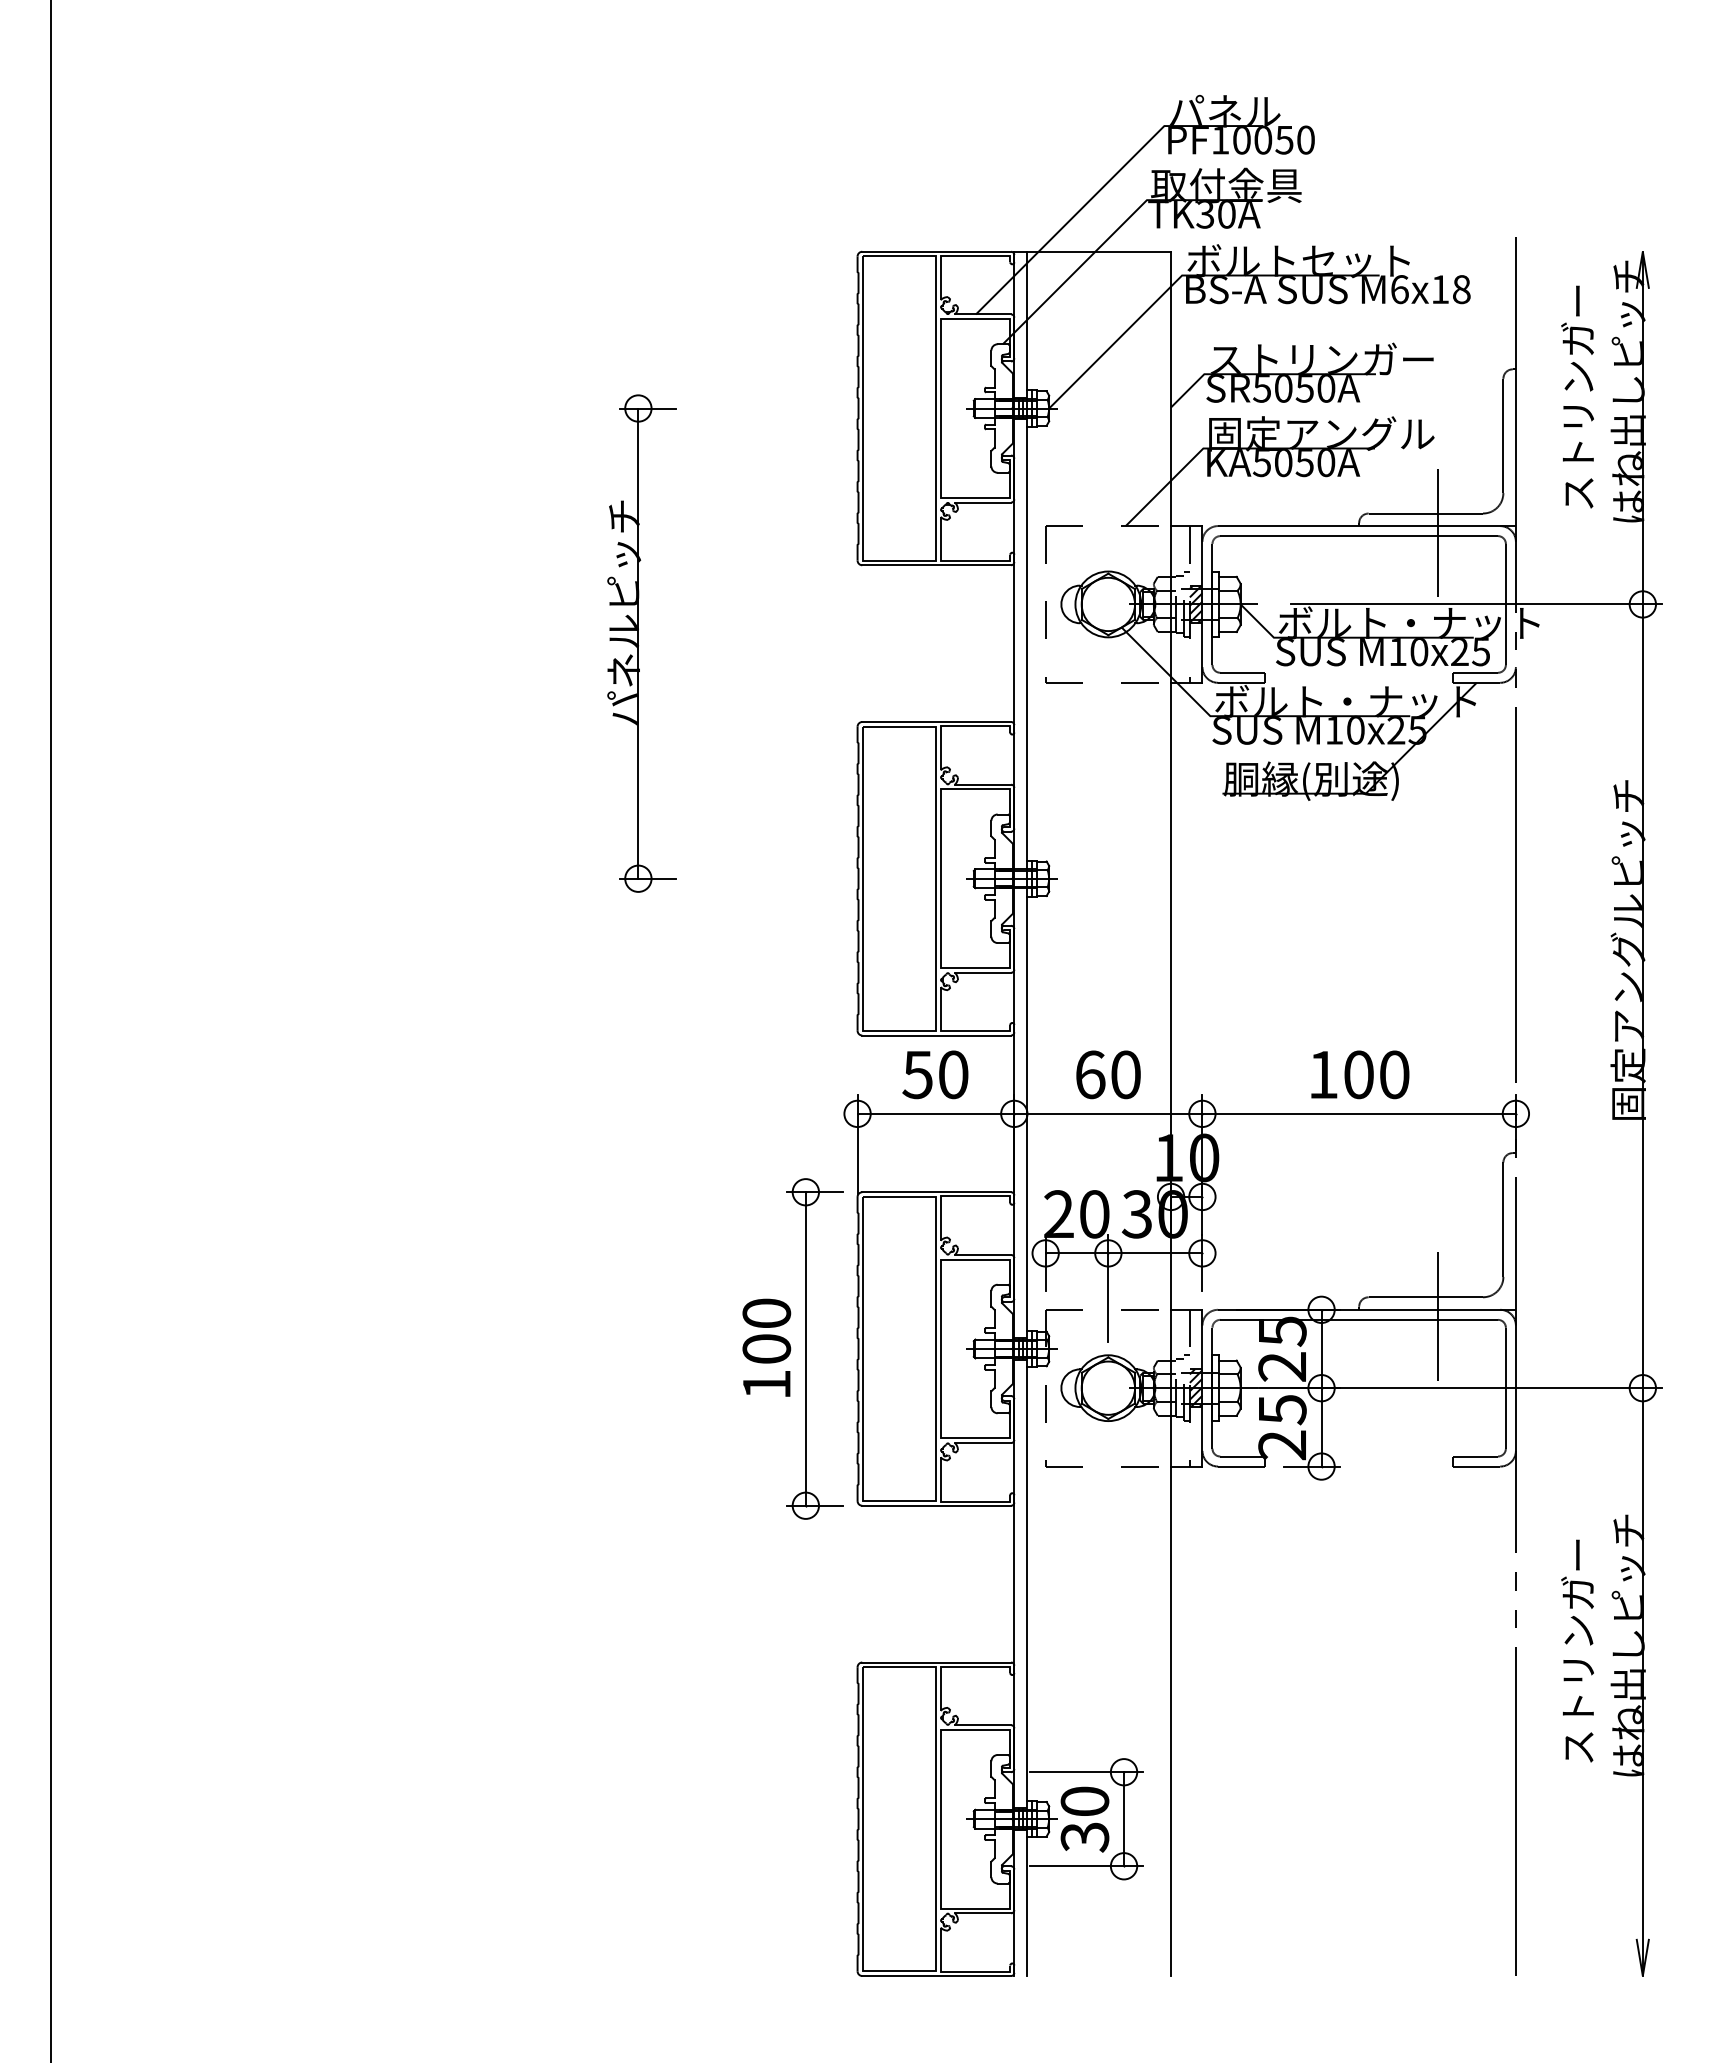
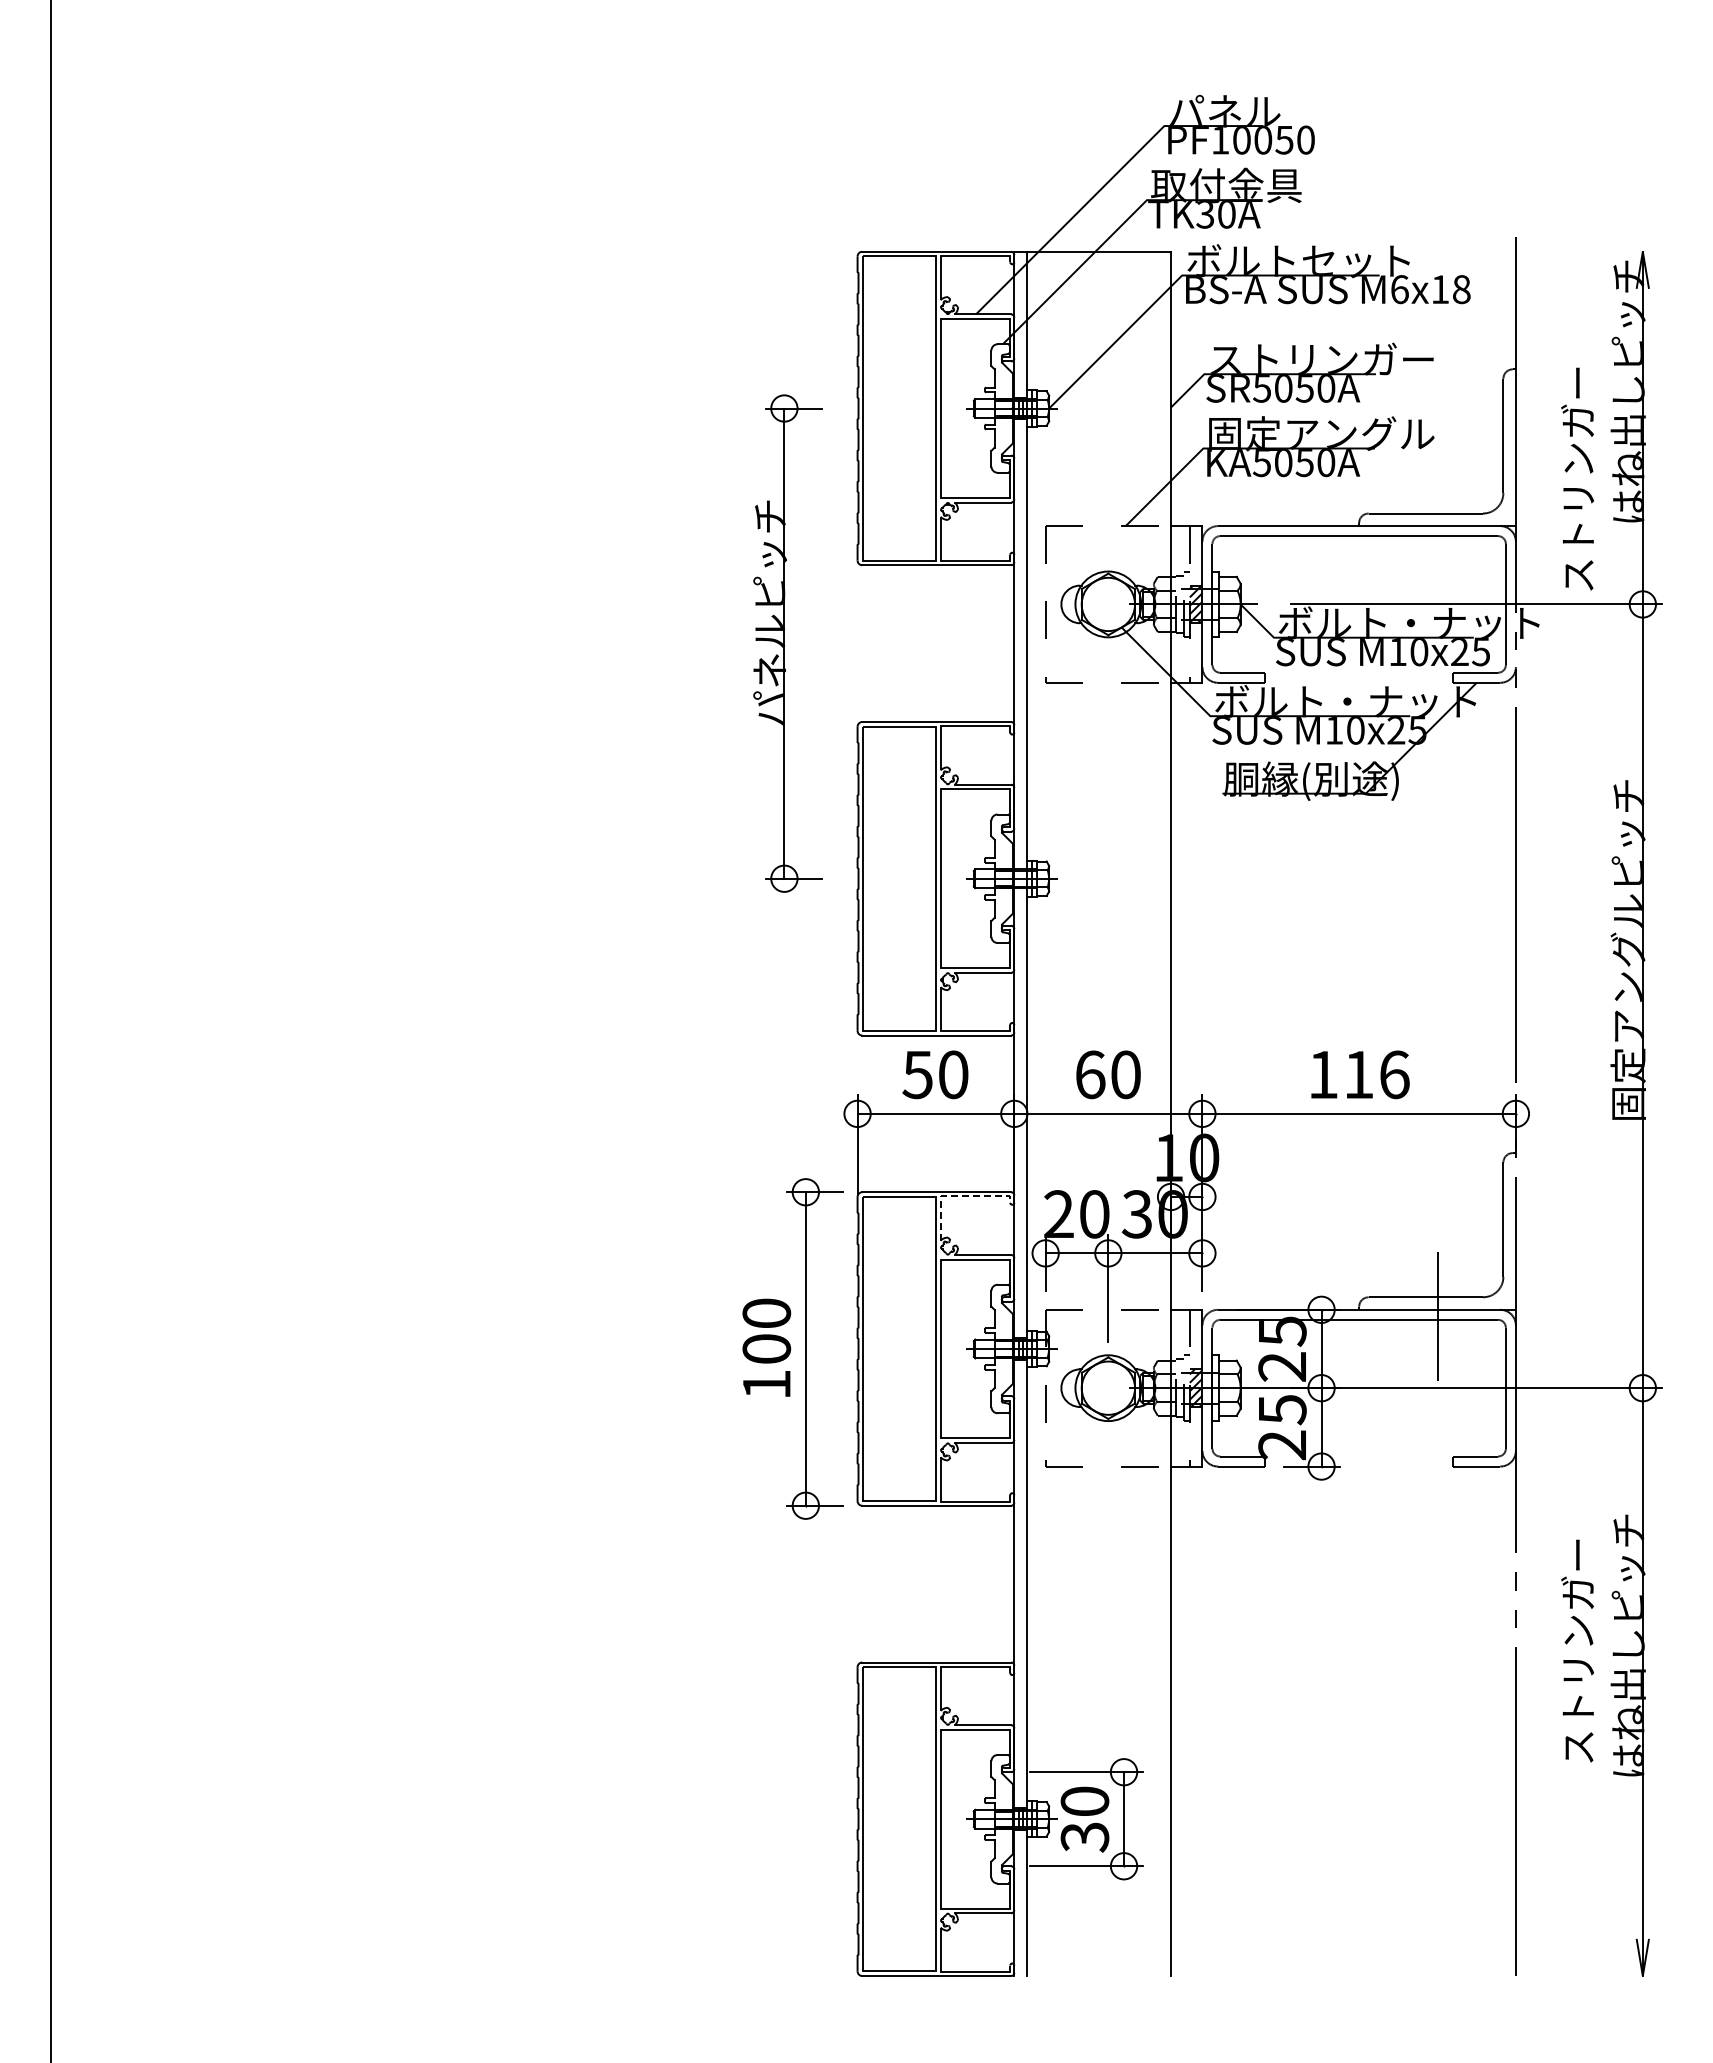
text at (1577, 396) position: (1577, 396) -> (1577, 478)
line at (1437, 532): present -> none
part at (641, 643) position: (641, 643) -> (787, 643)
text at (1376, 1074): 100 -> 116
line at (956, 1196): solid -> dashed
